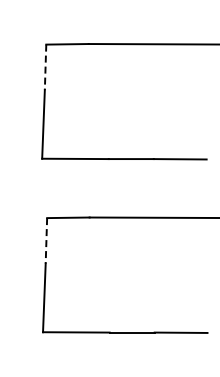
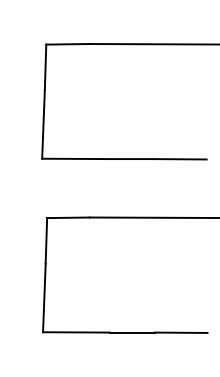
line at (45, 67): dashed -> solid
line at (46, 240): dashed -> solid
